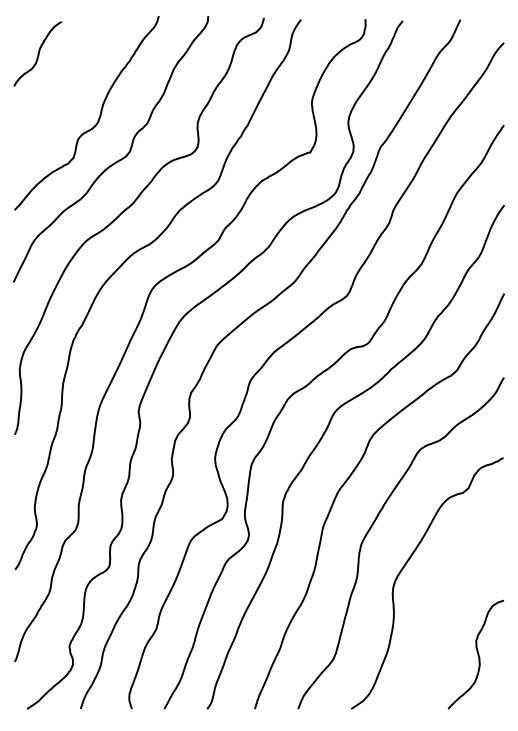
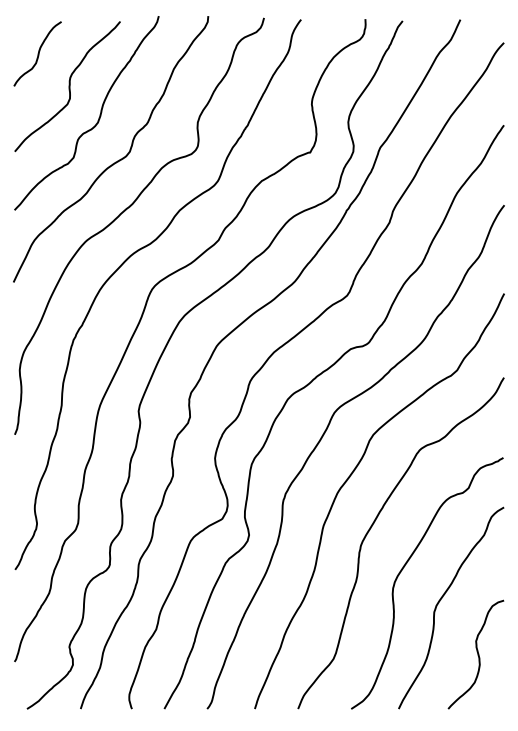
curve at (68, 86): none -> present
curve at (440, 601): none -> present
